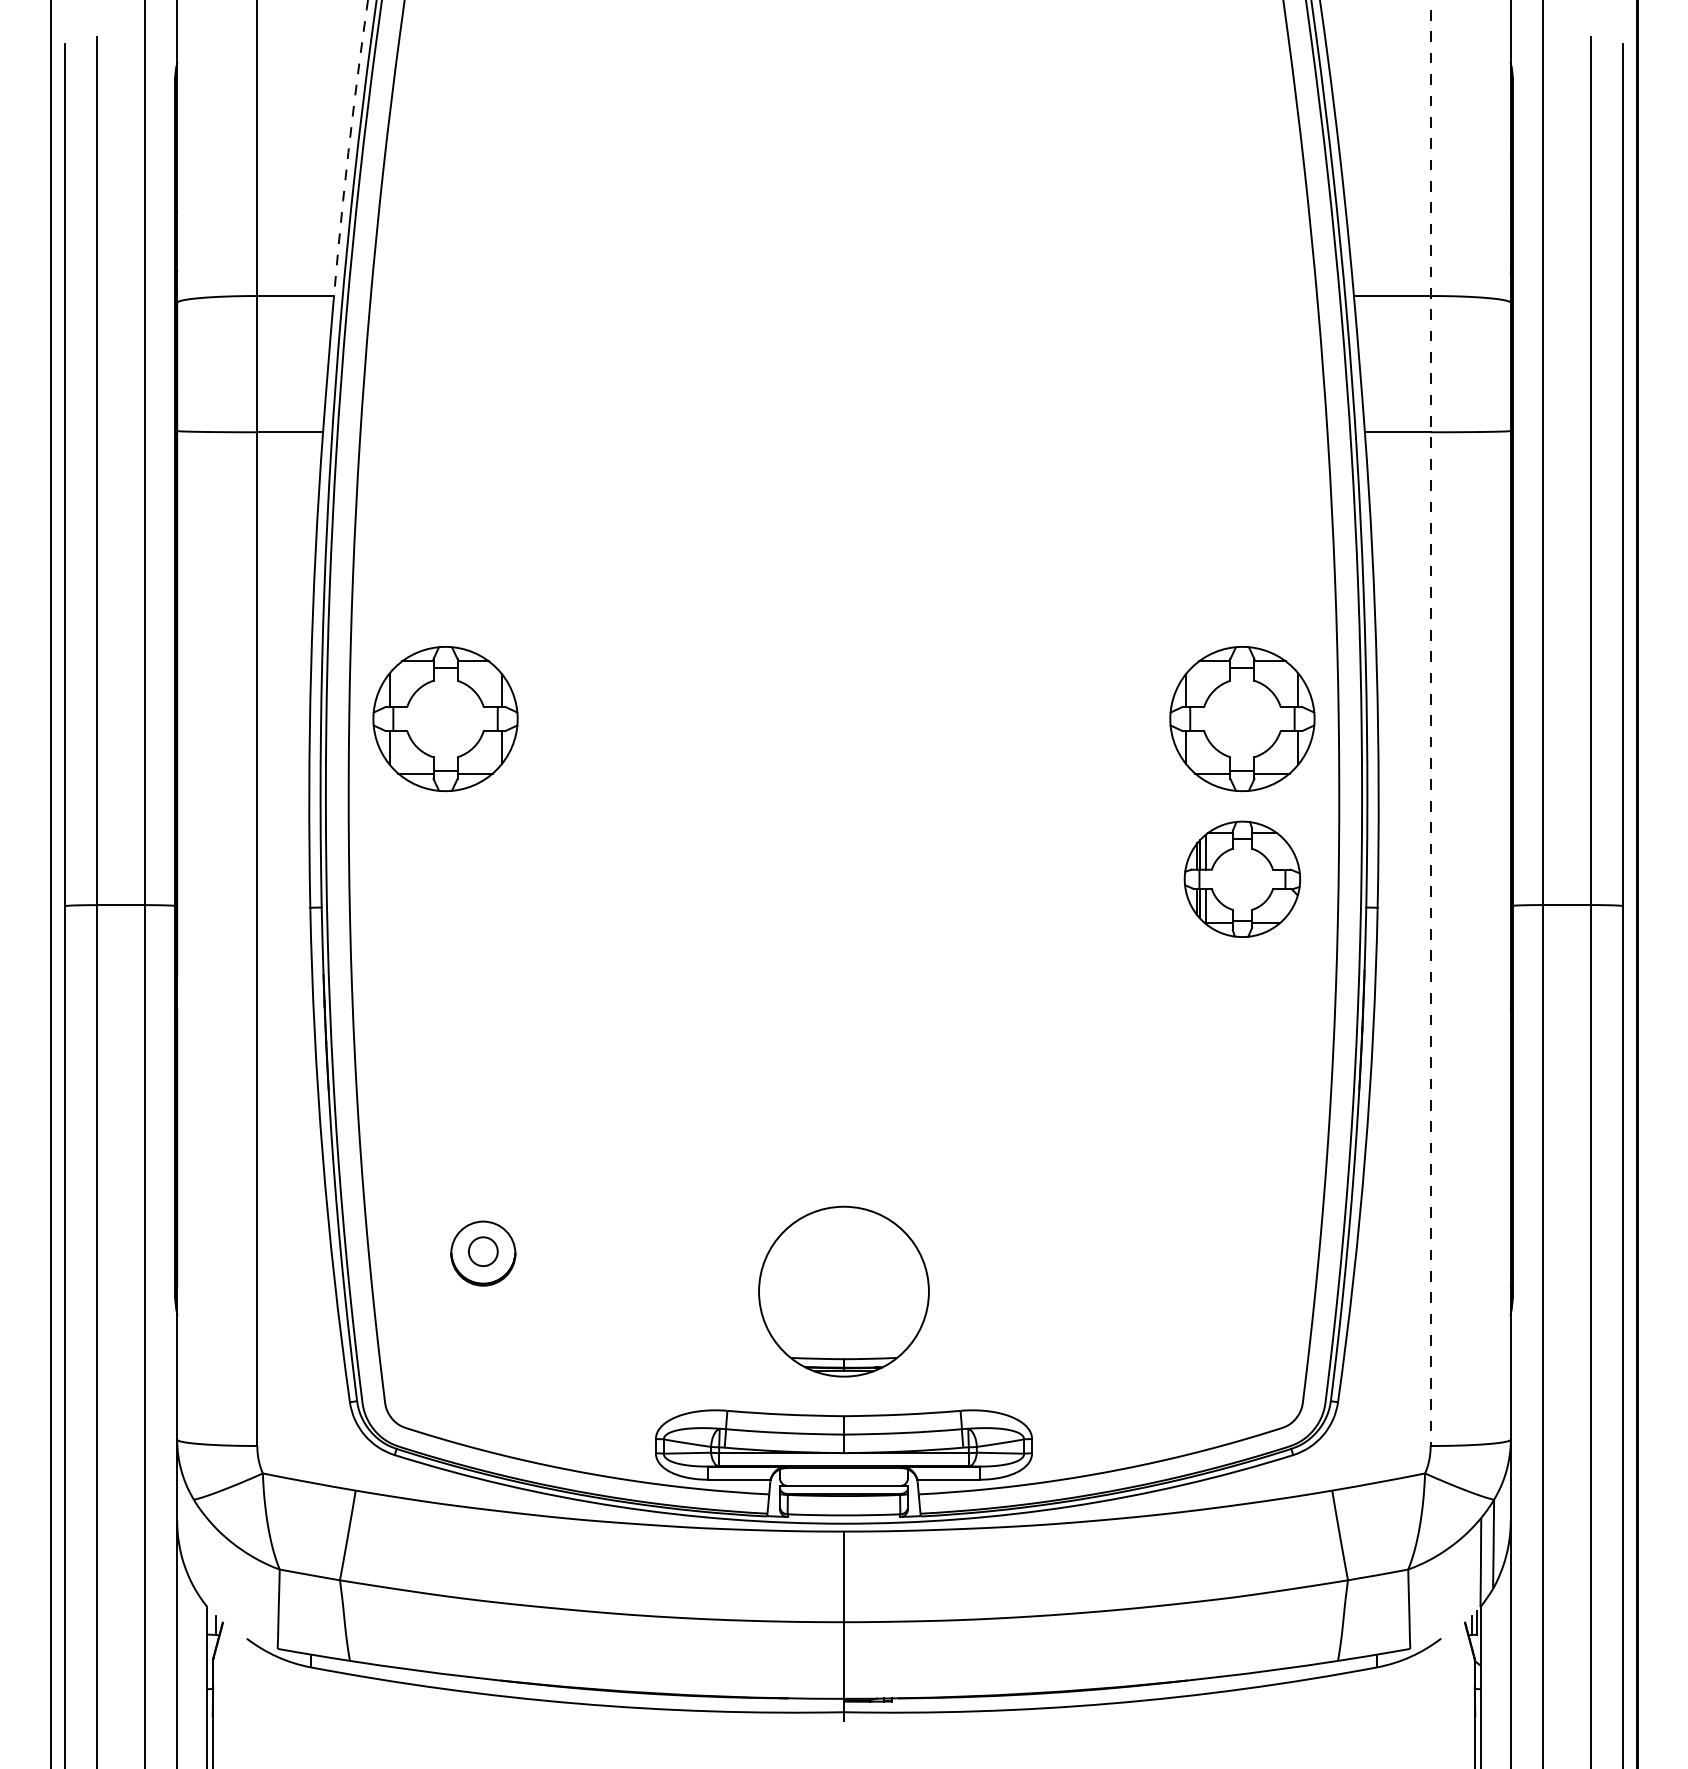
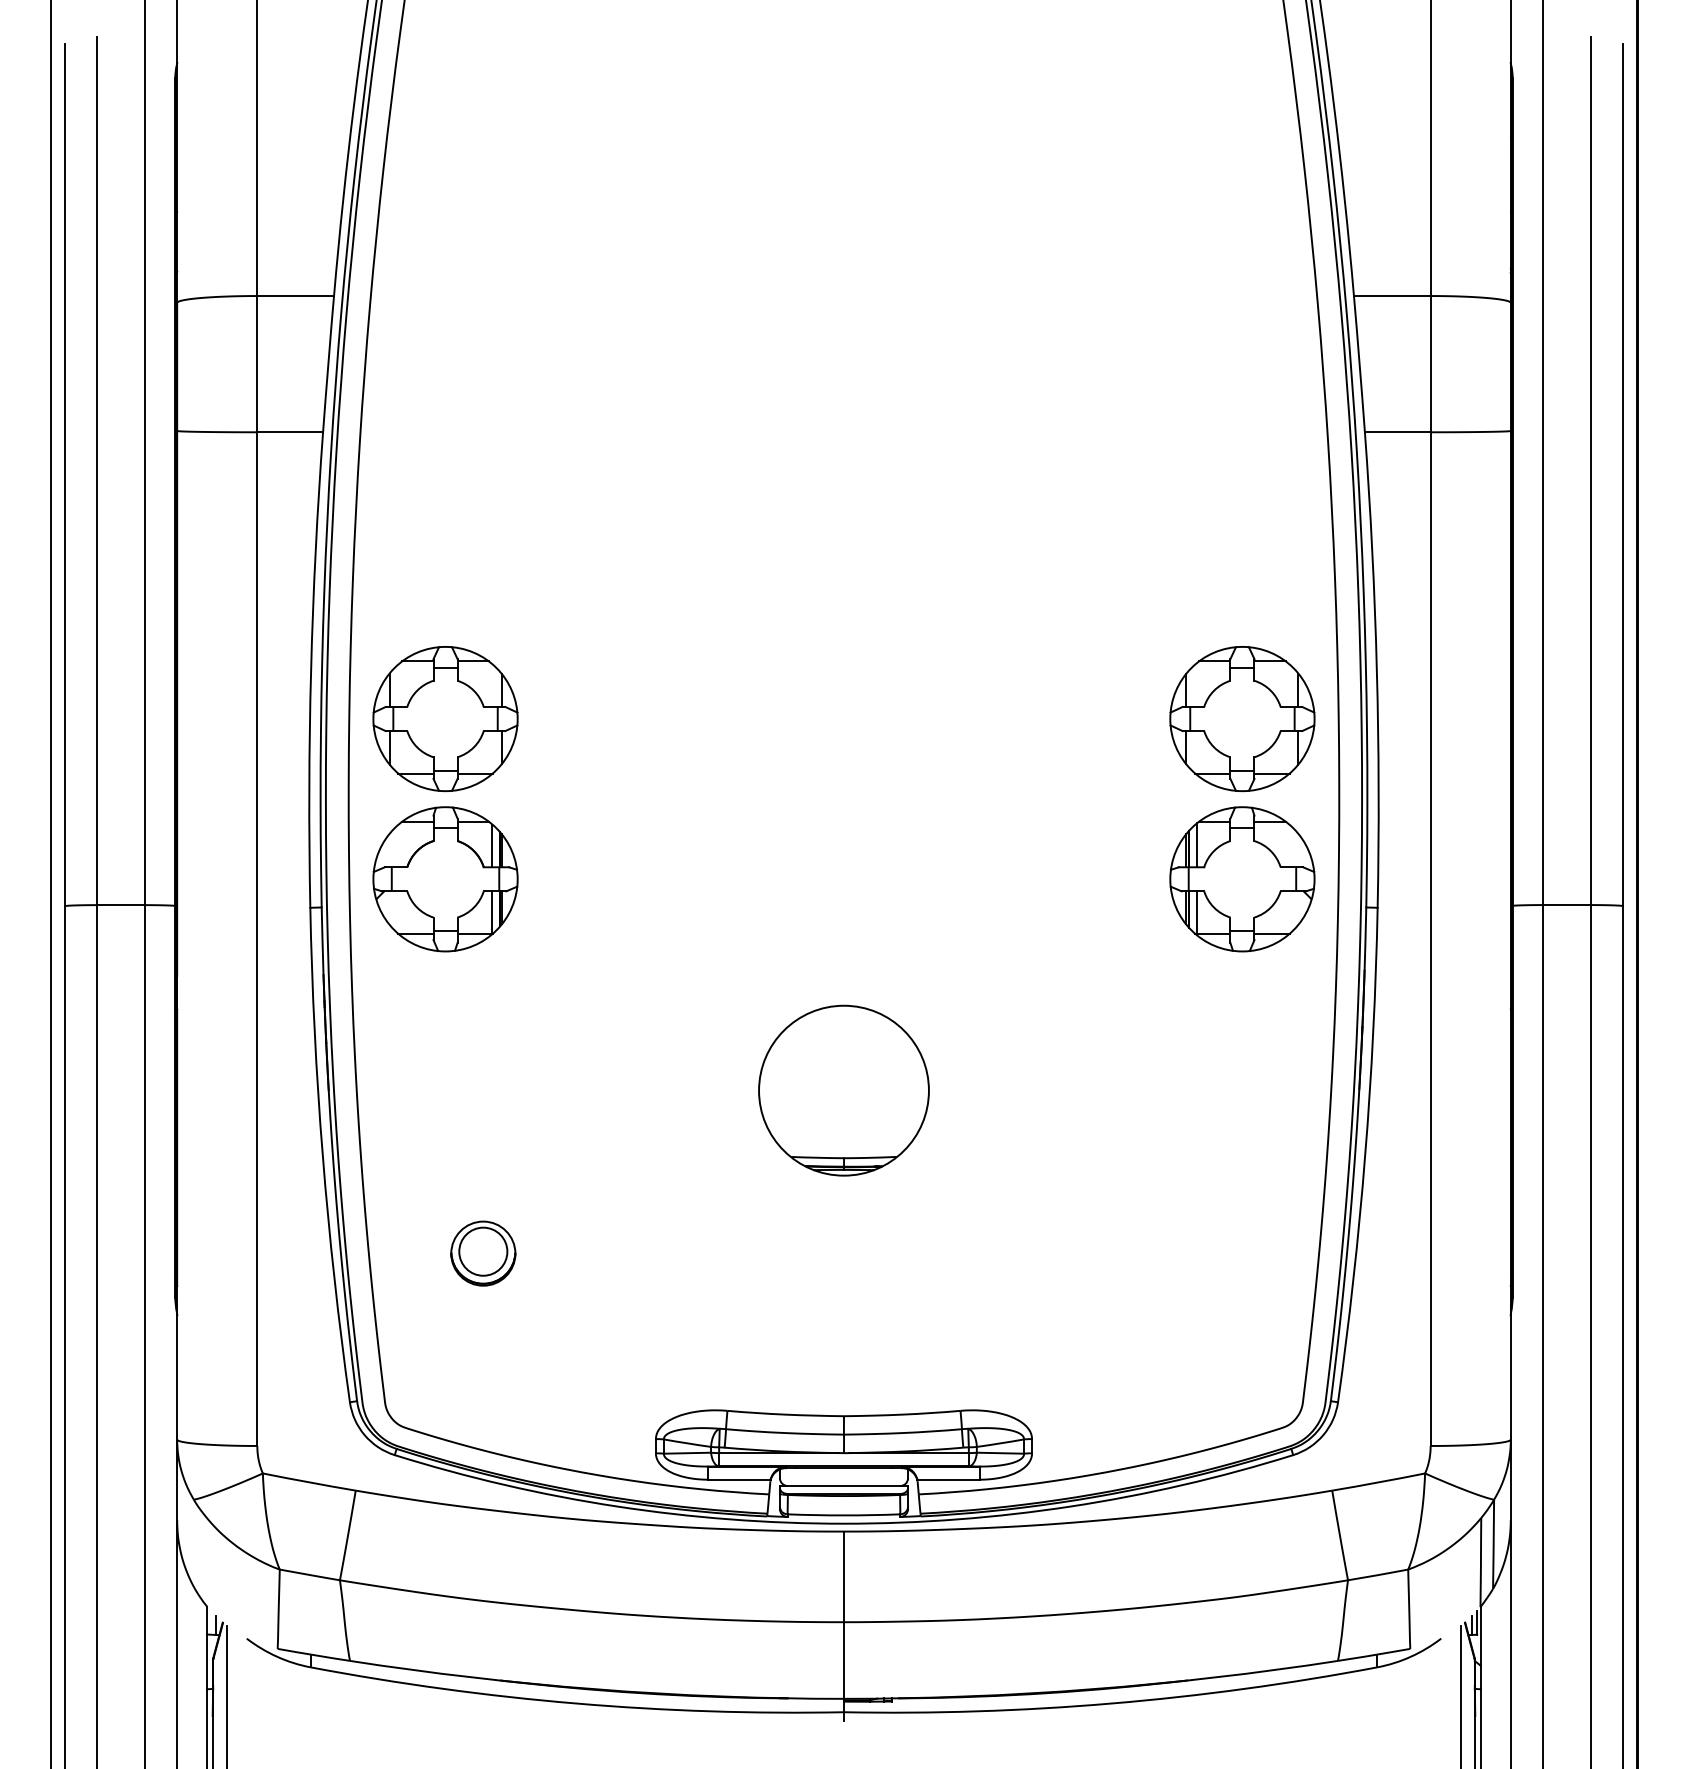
arc at (348, 147): dashed -> solid
line at (1430, 723): dashed -> solid
part at (1242, 878) size: 119x118 px -> 147x147 px
part at (445, 879): none -> present
circle at (482, 1251) diameter: 29 px -> 48 px
part at (843, 1291) position: (843, 1291) -> (843, 1090)
line at (226, 1695): none -> present
line at (1461, 1695): none -> present
